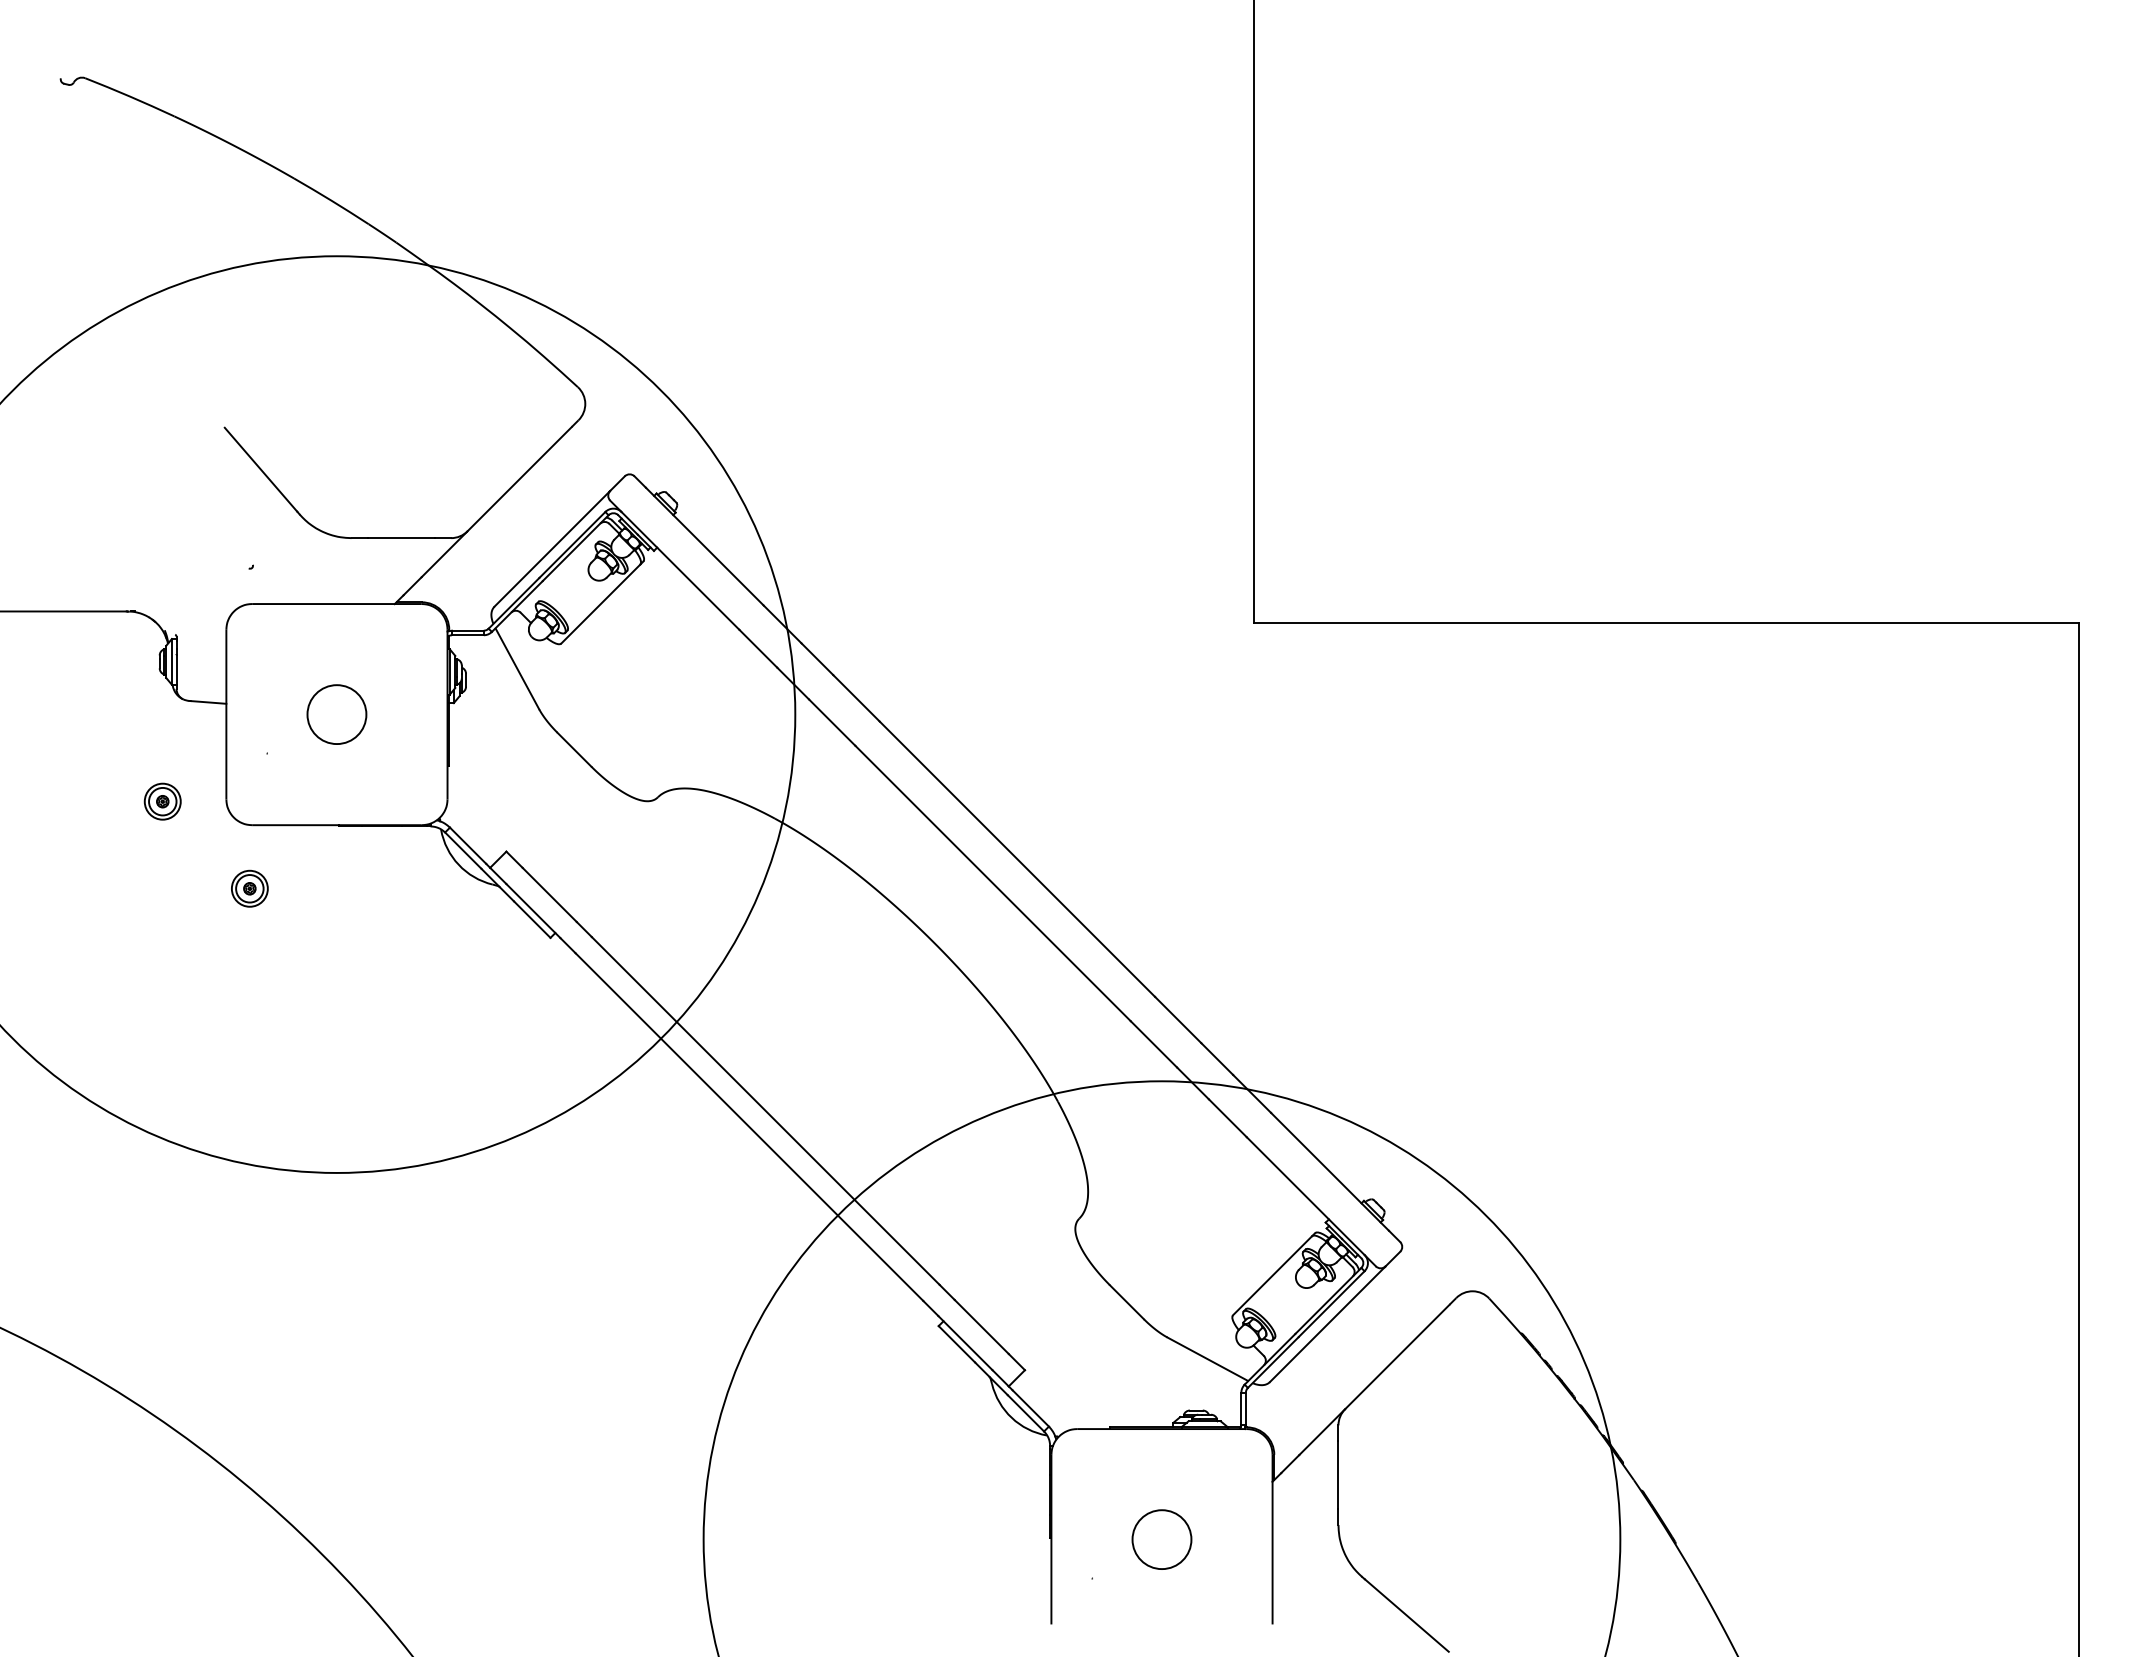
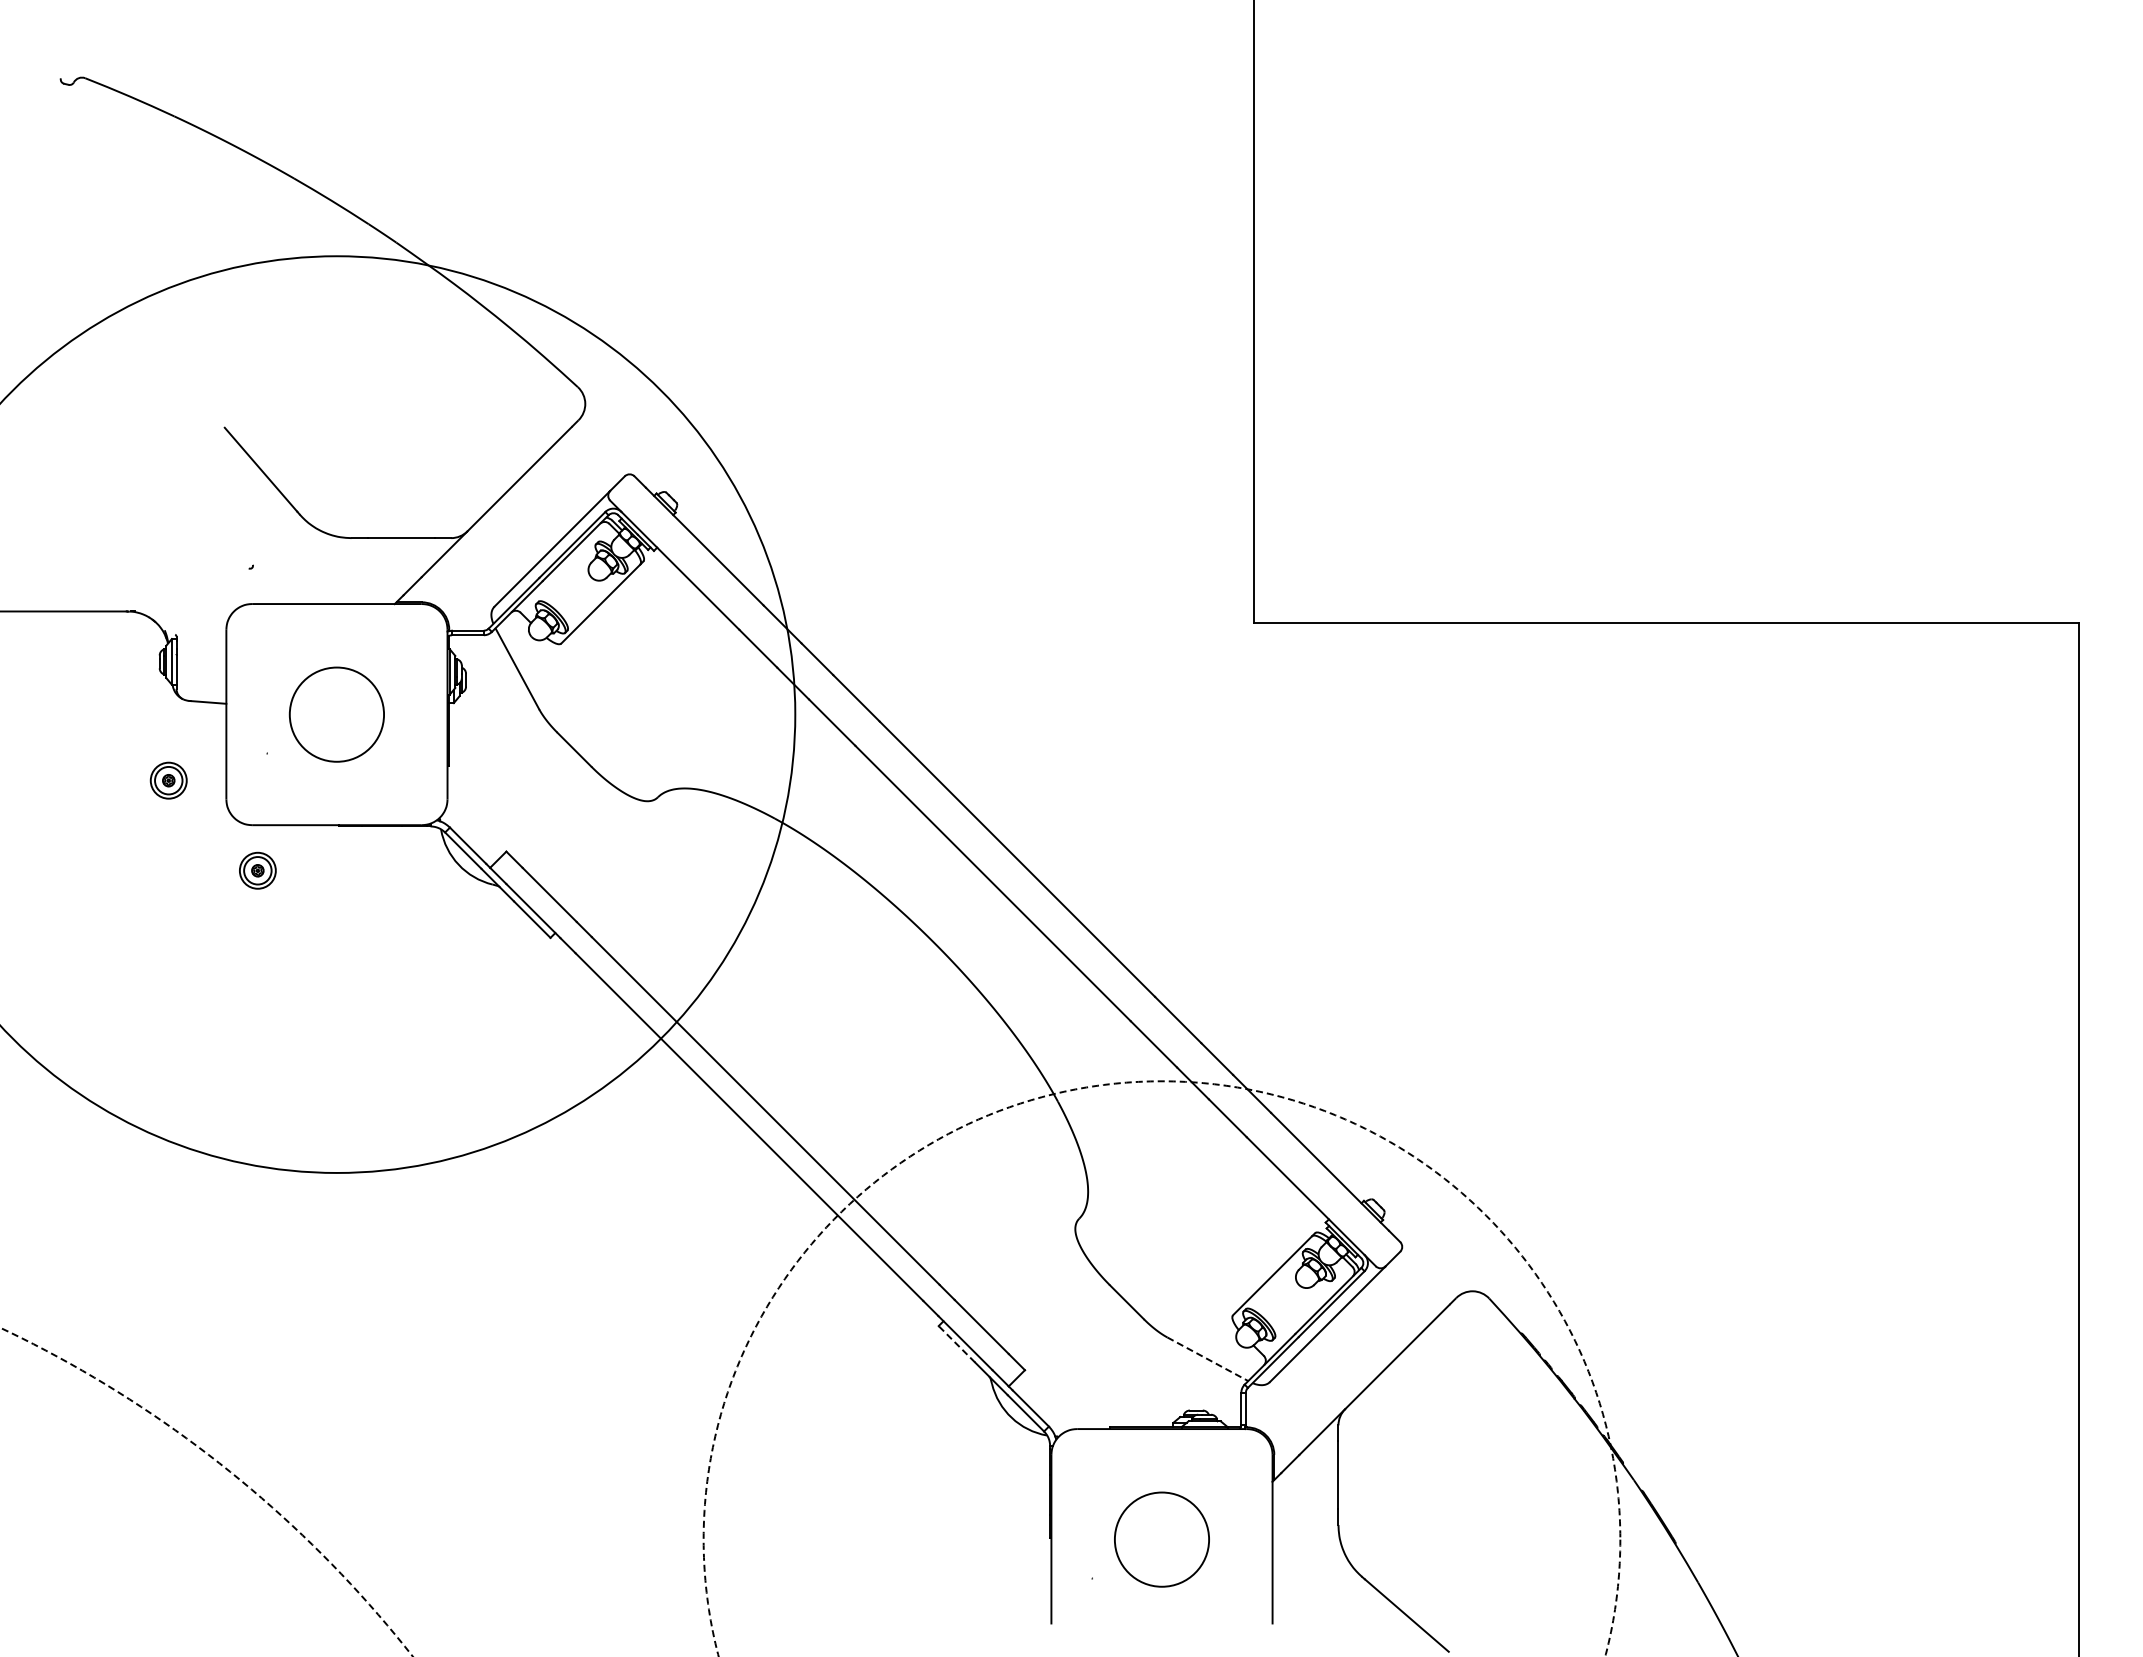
circle at (336, 714) size: 62x61 px -> 97x97 px
part at (162, 801) position: (162, 801) -> (168, 780)
part at (249, 888) position: (249, 888) -> (257, 870)
line at (956, 1344): solid -> dashed
line at (1207, 1359): solid -> dashed
circle at (1161, 1368): solid -> dashed
circle at (206, 1492): solid -> dashed
circle at (1161, 1539) diameter: 59 px -> 94 px
